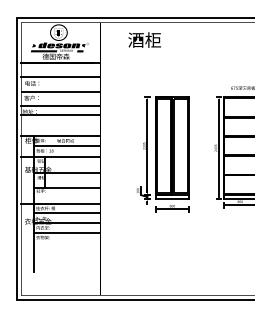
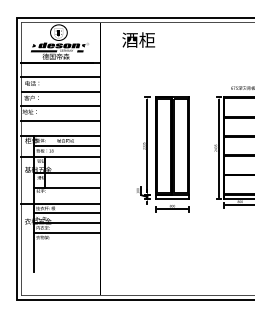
text at (144, 39) position: (144, 39) -> (138, 39)
line at (60, 114) position: (60, 114) -> (60, 120)
